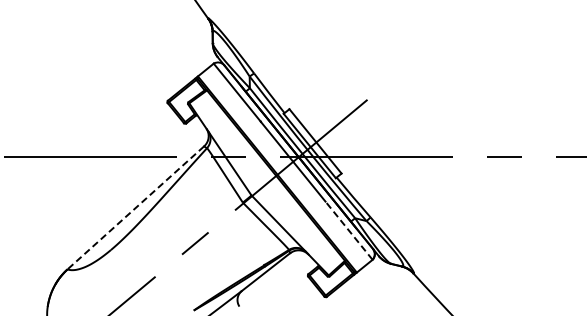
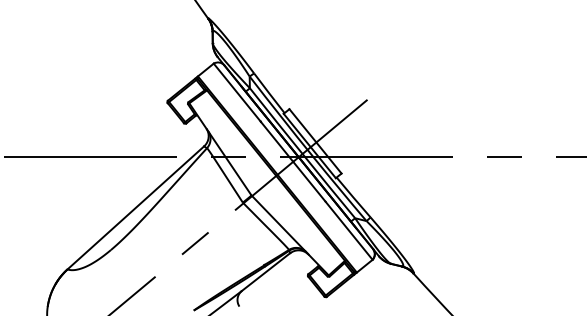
line at (135, 207): dashed -> solid
line at (348, 230): dashed -> solid
